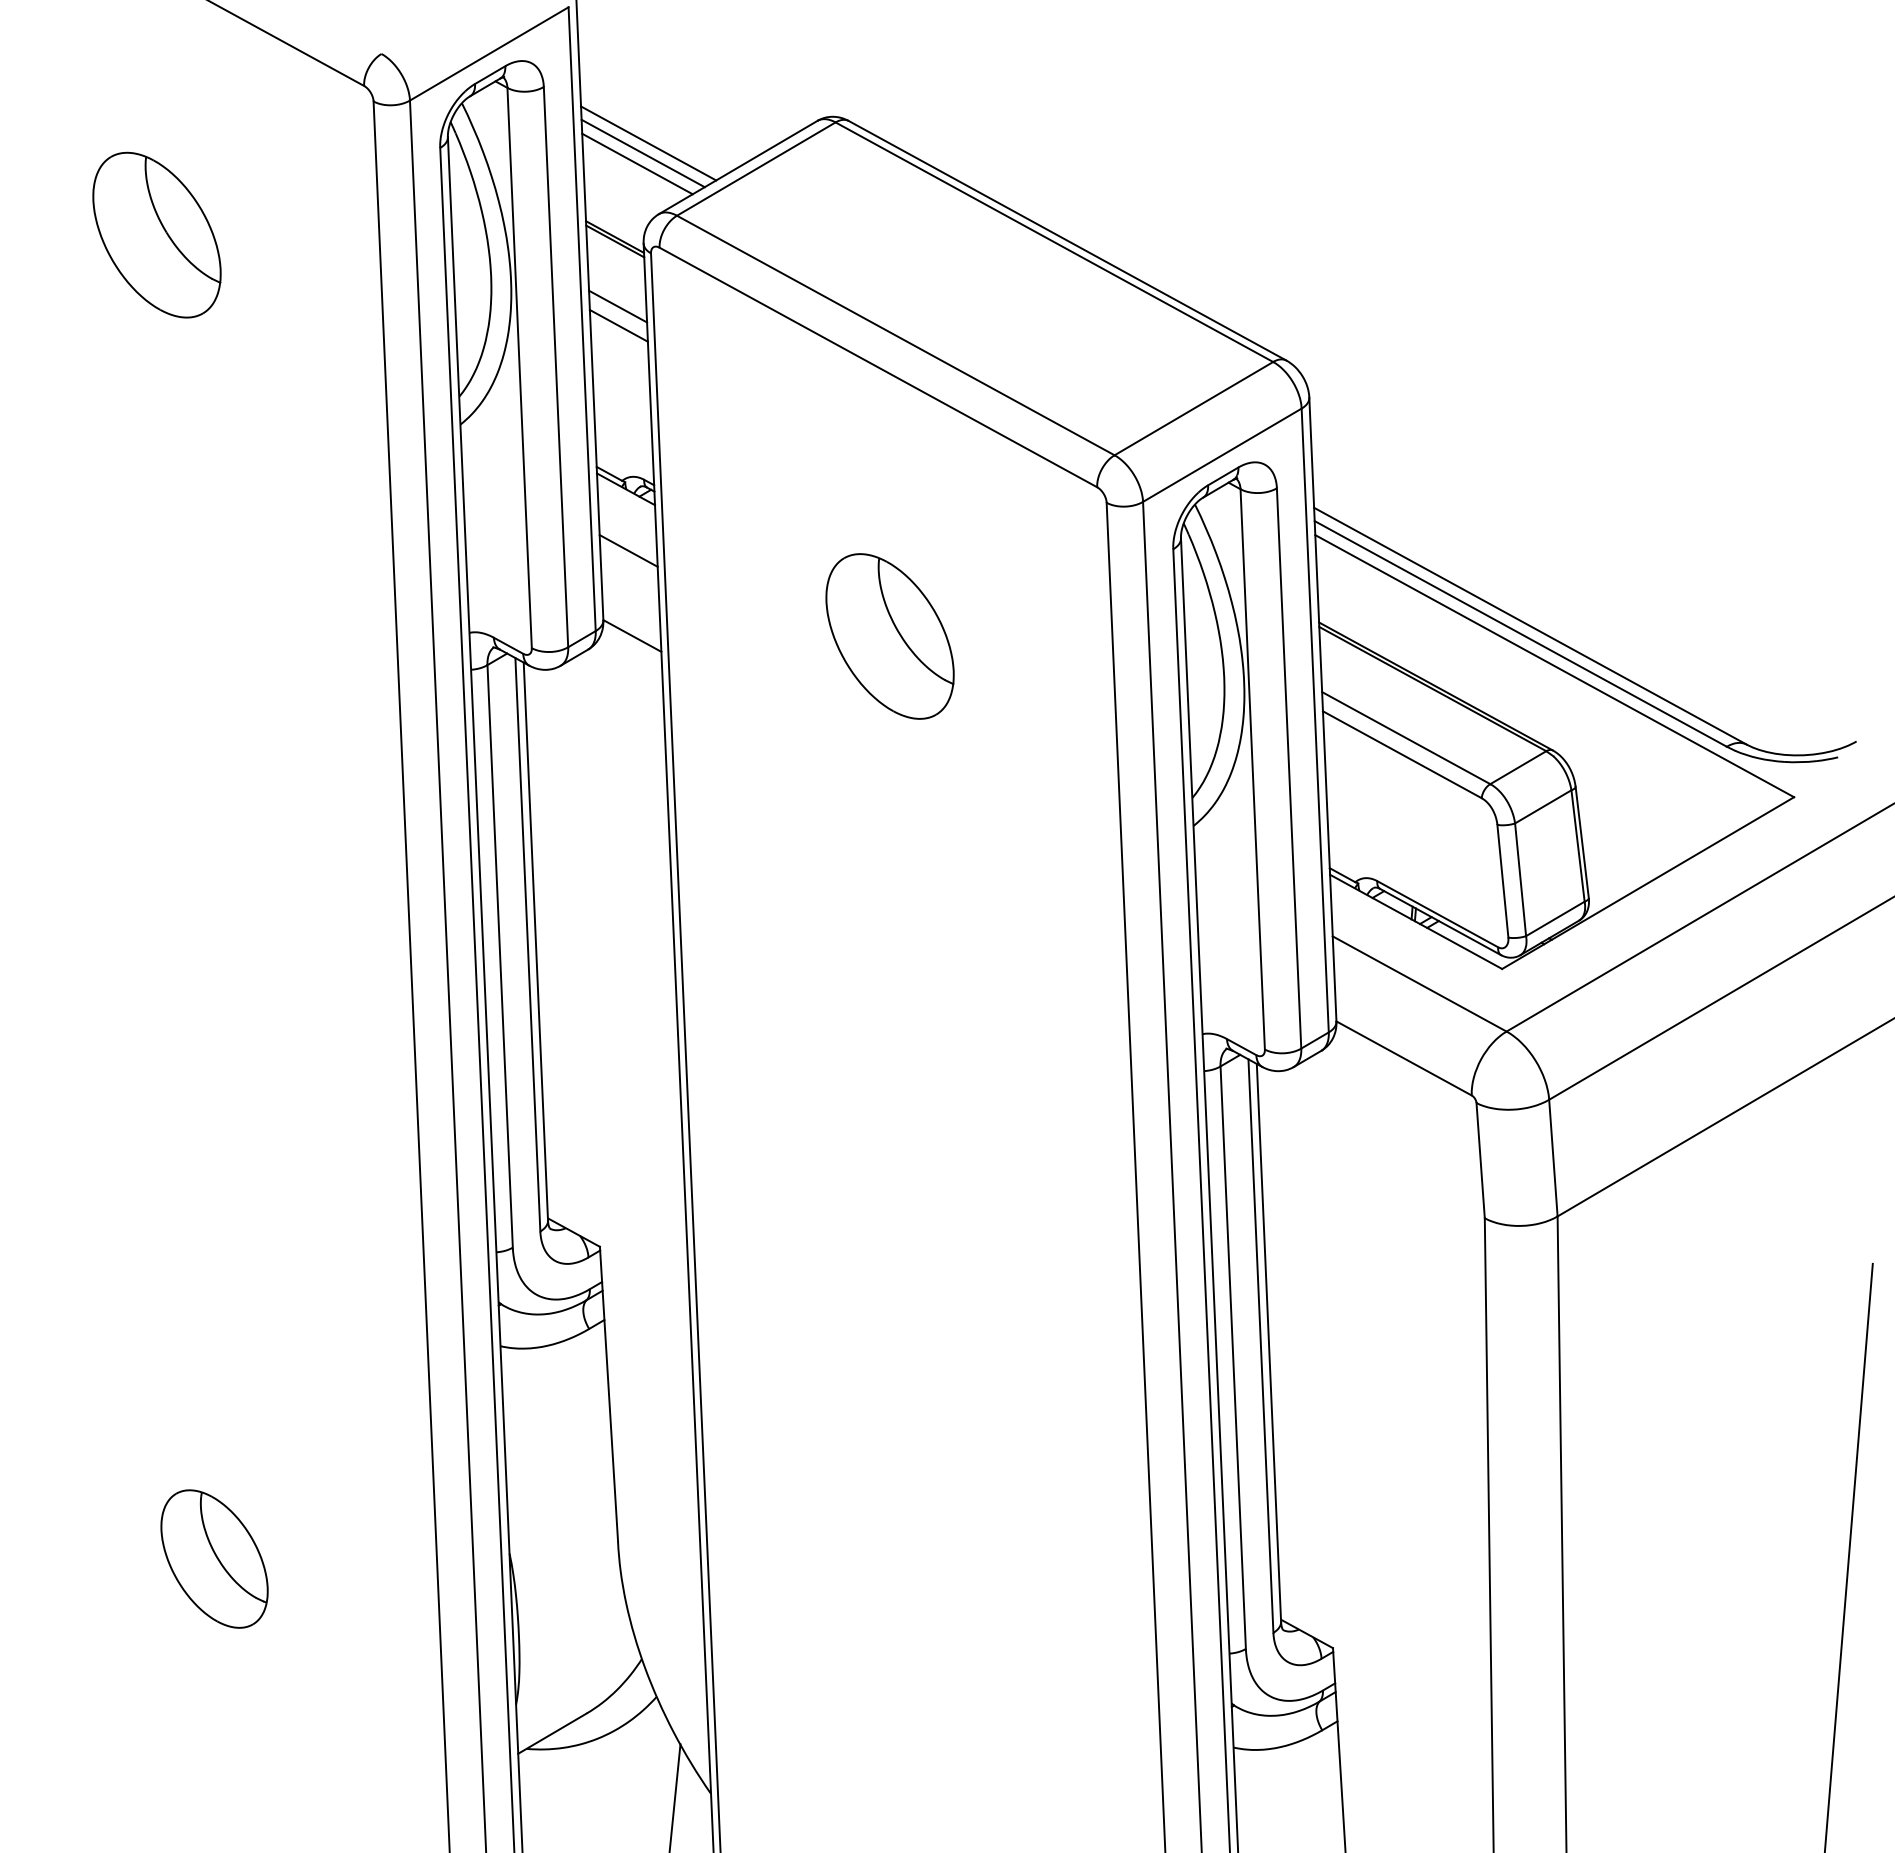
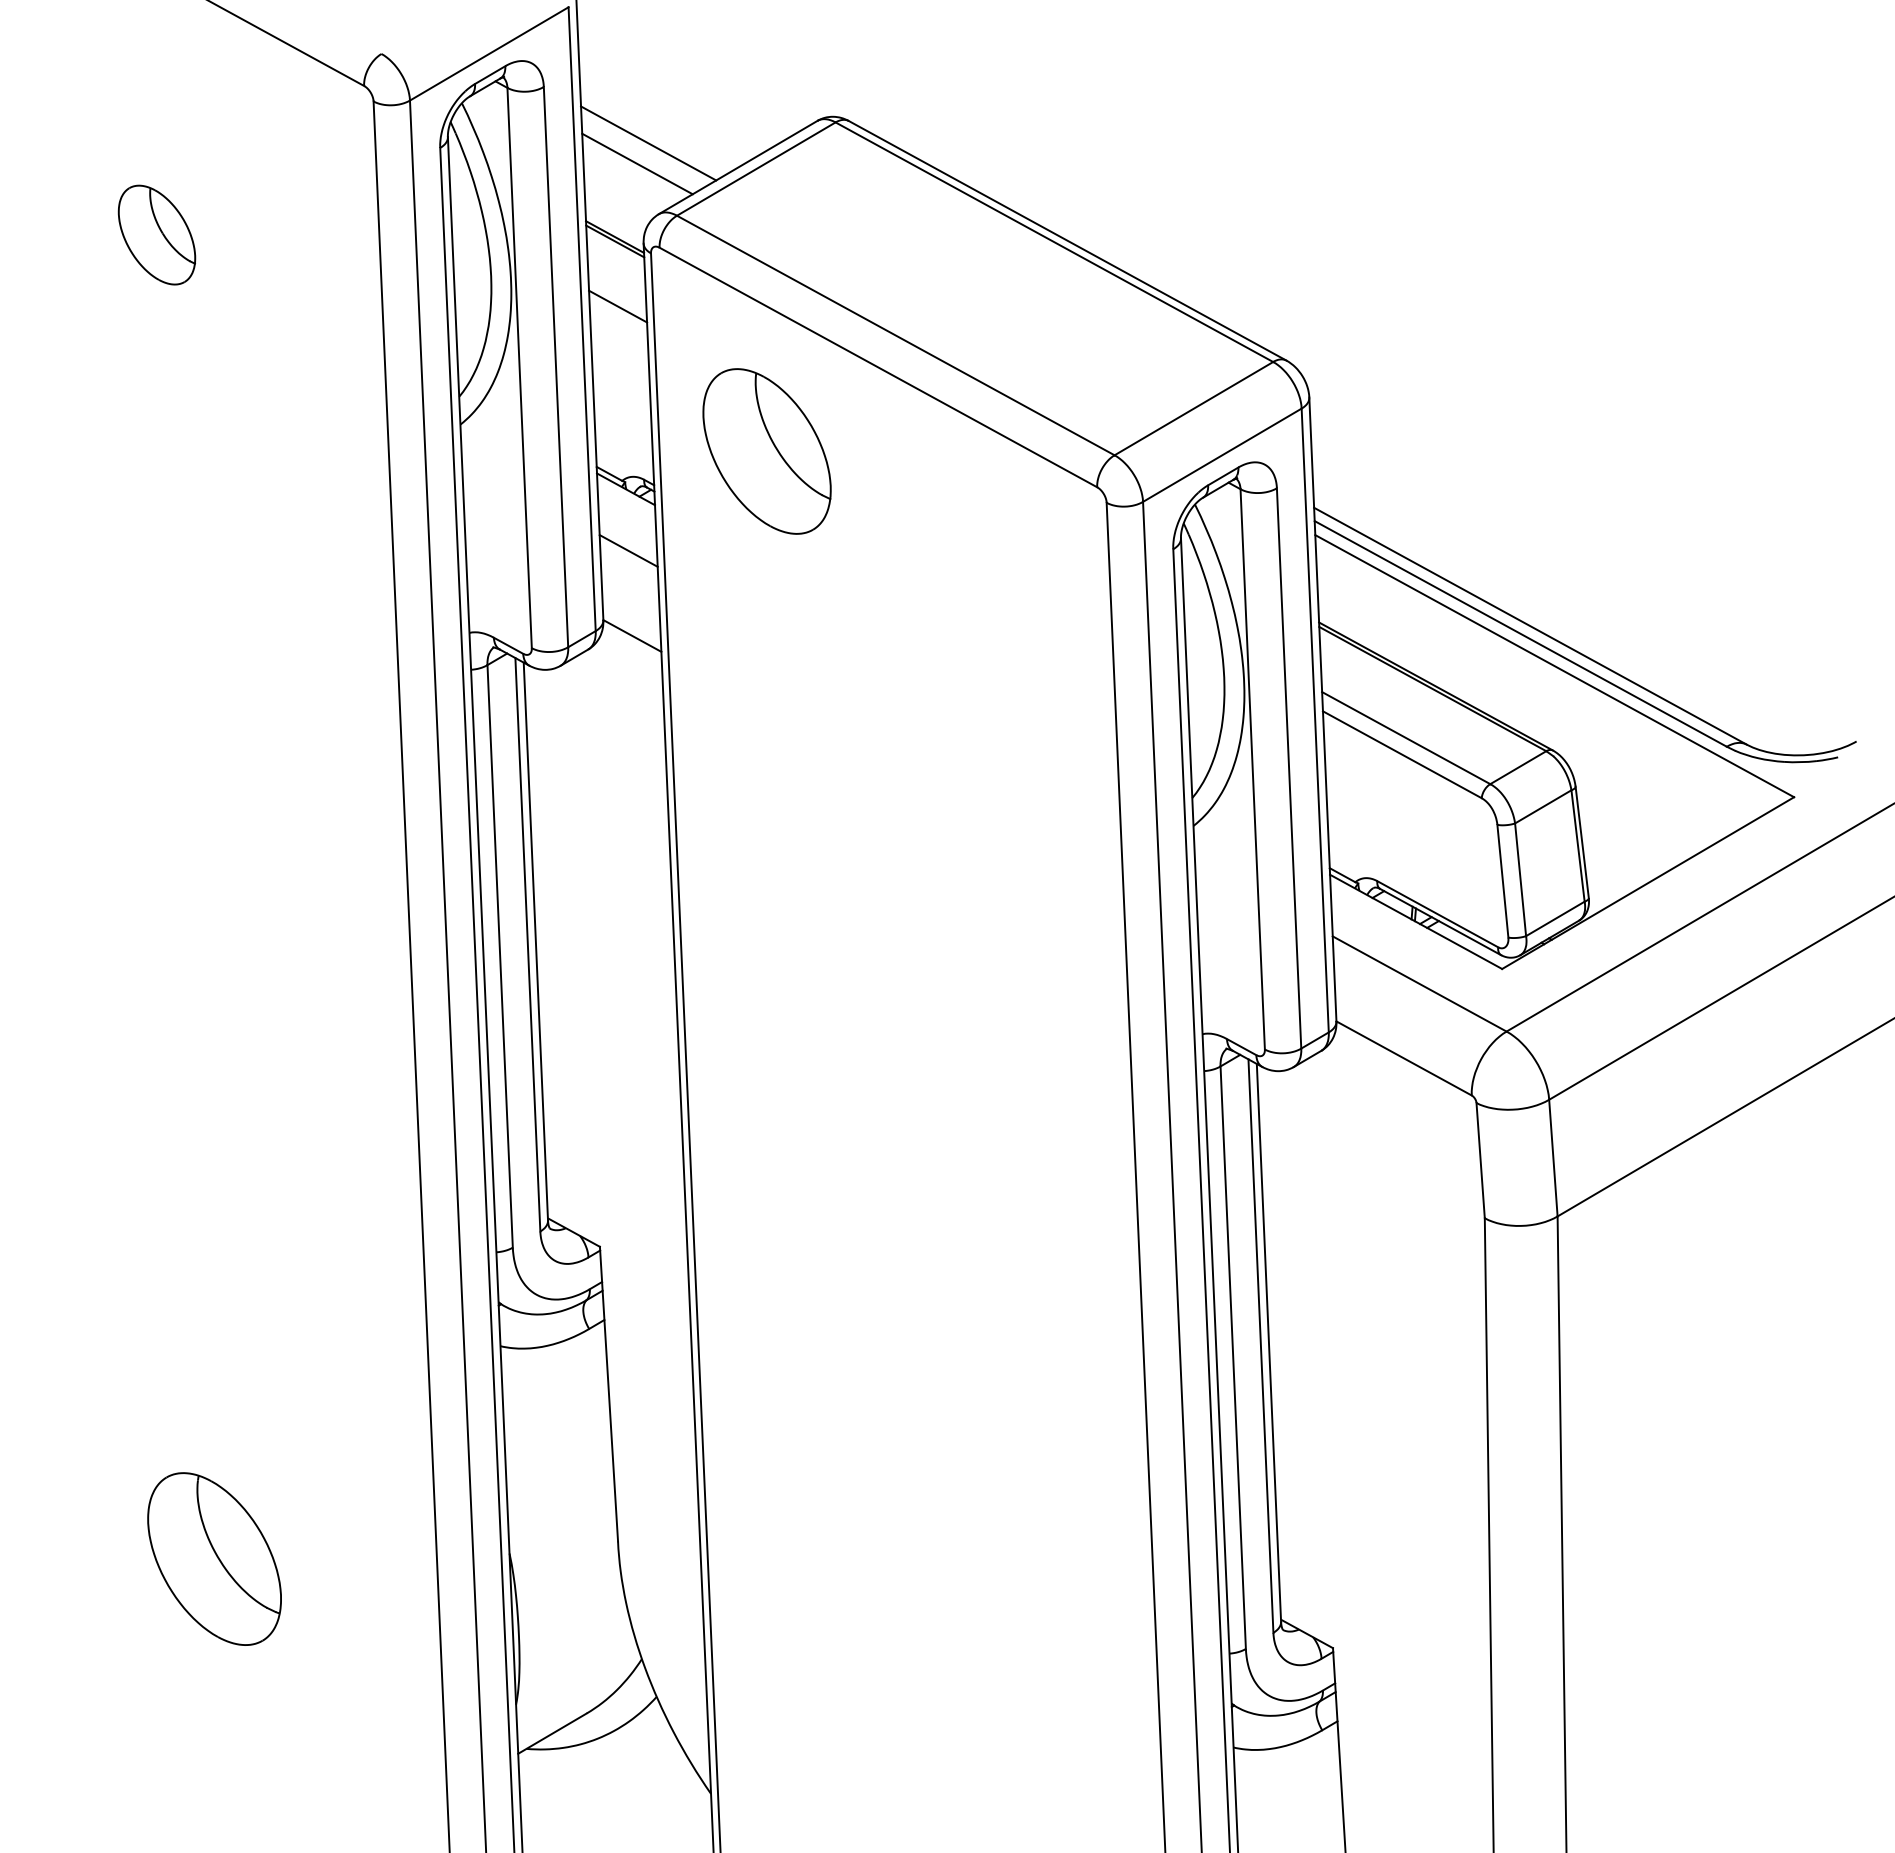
line at (642, 153): present -> none
part at (156, 234) size: 130x168 px -> 80x102 px
line at (618, 325): present -> none
part at (889, 636) position: (889, 636) -> (766, 451)
line at (1848, 1556): present -> none
part at (214, 1558) size: 109x140 px -> 135x174 px
line at (674, 1796): present -> none
